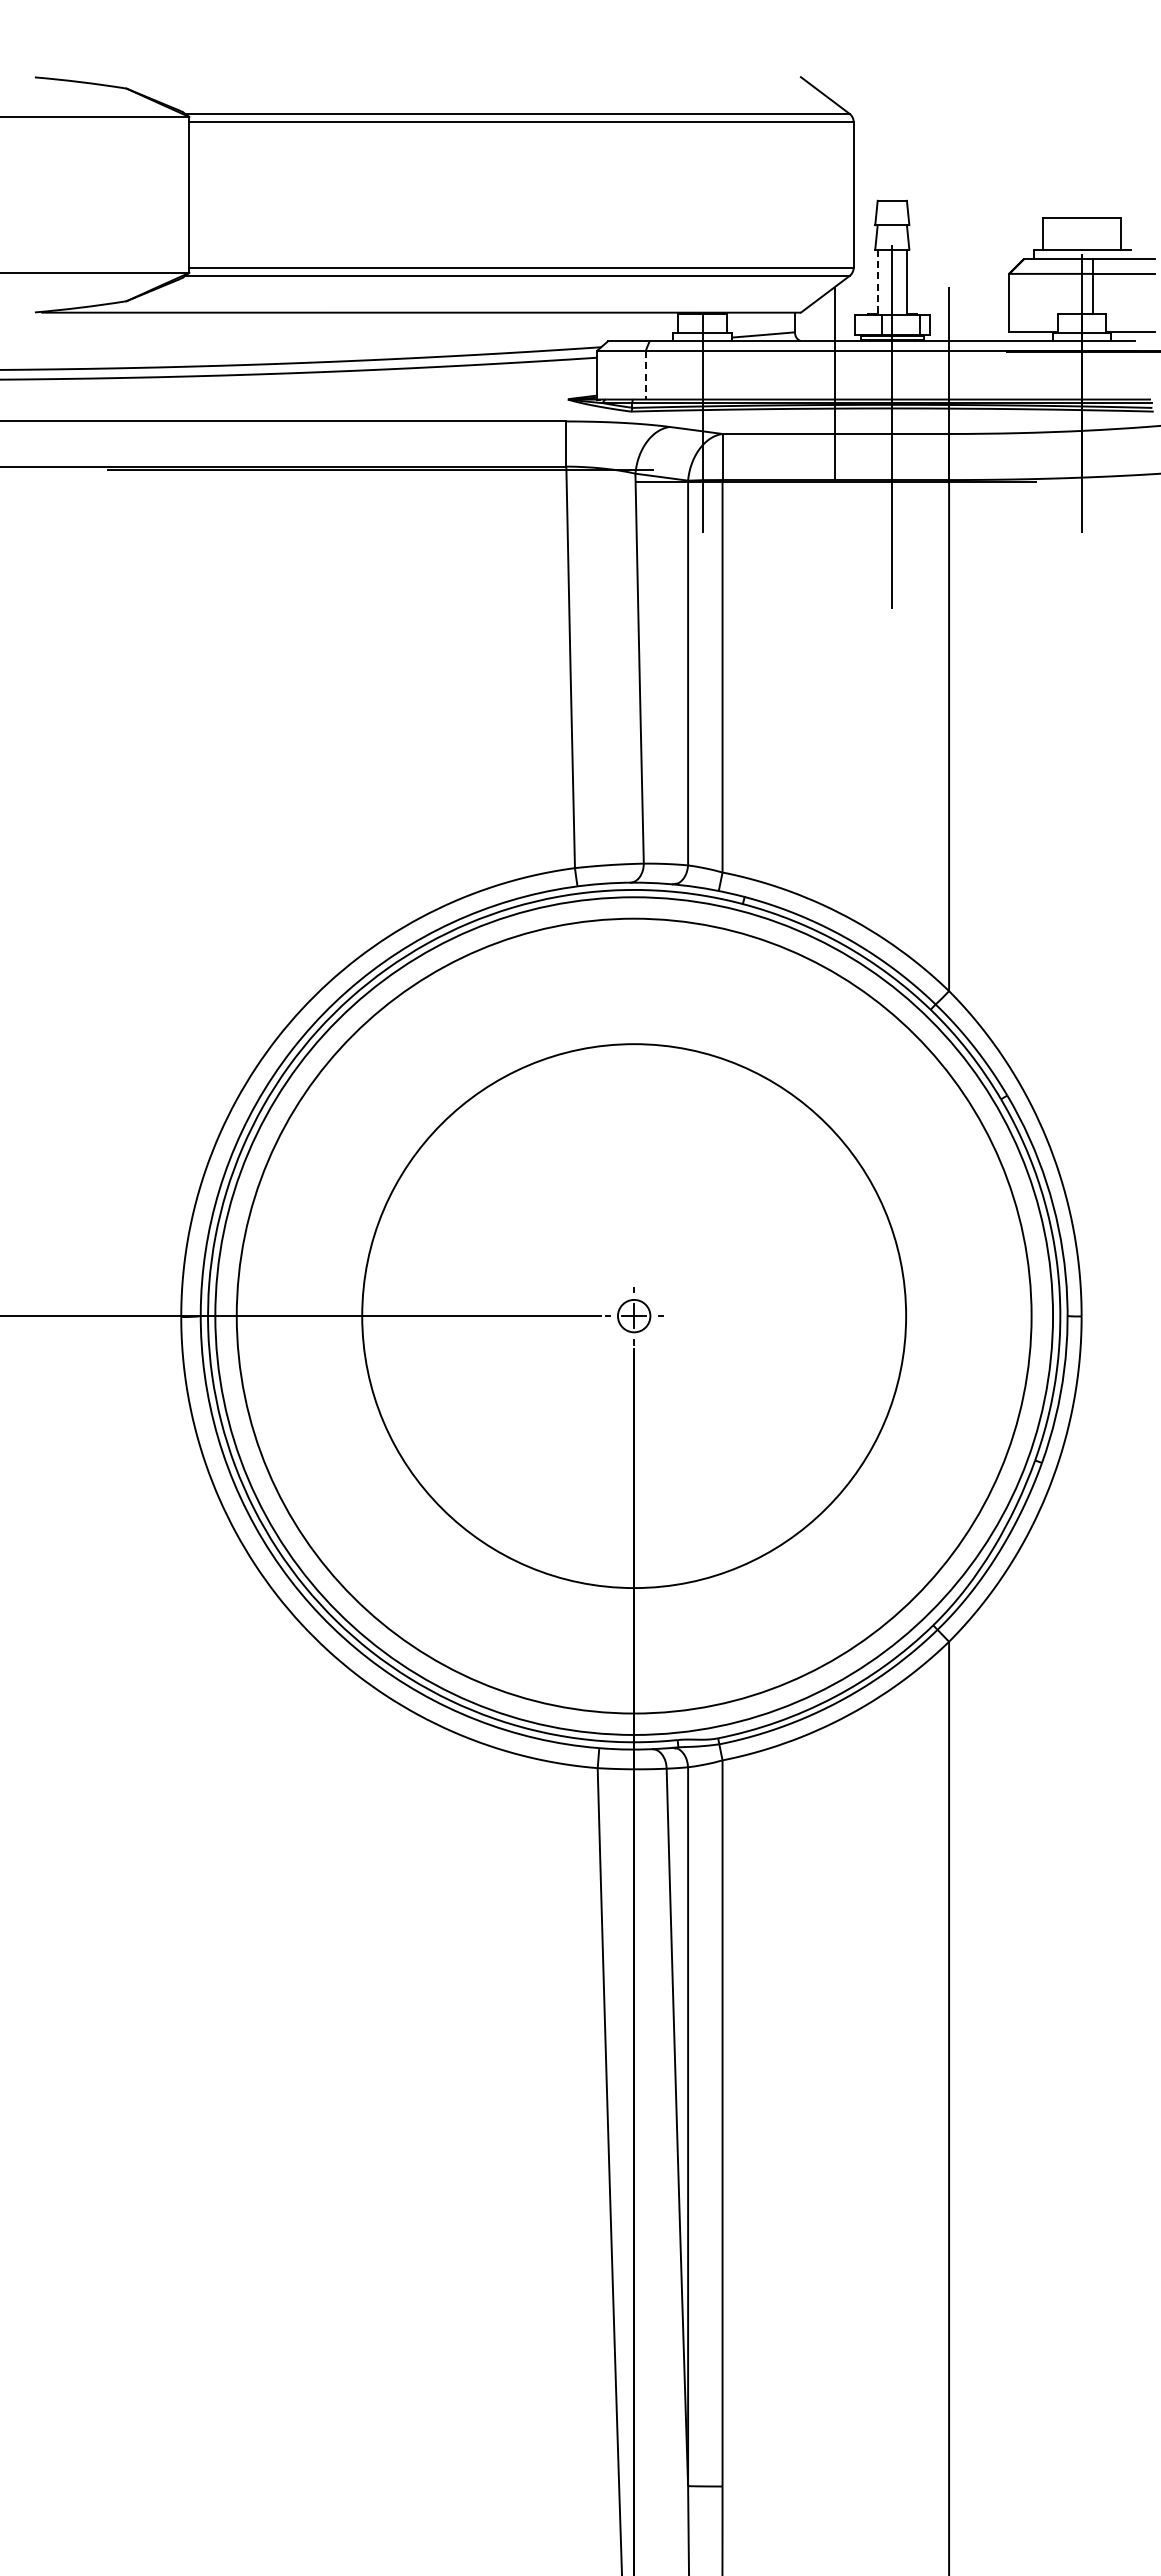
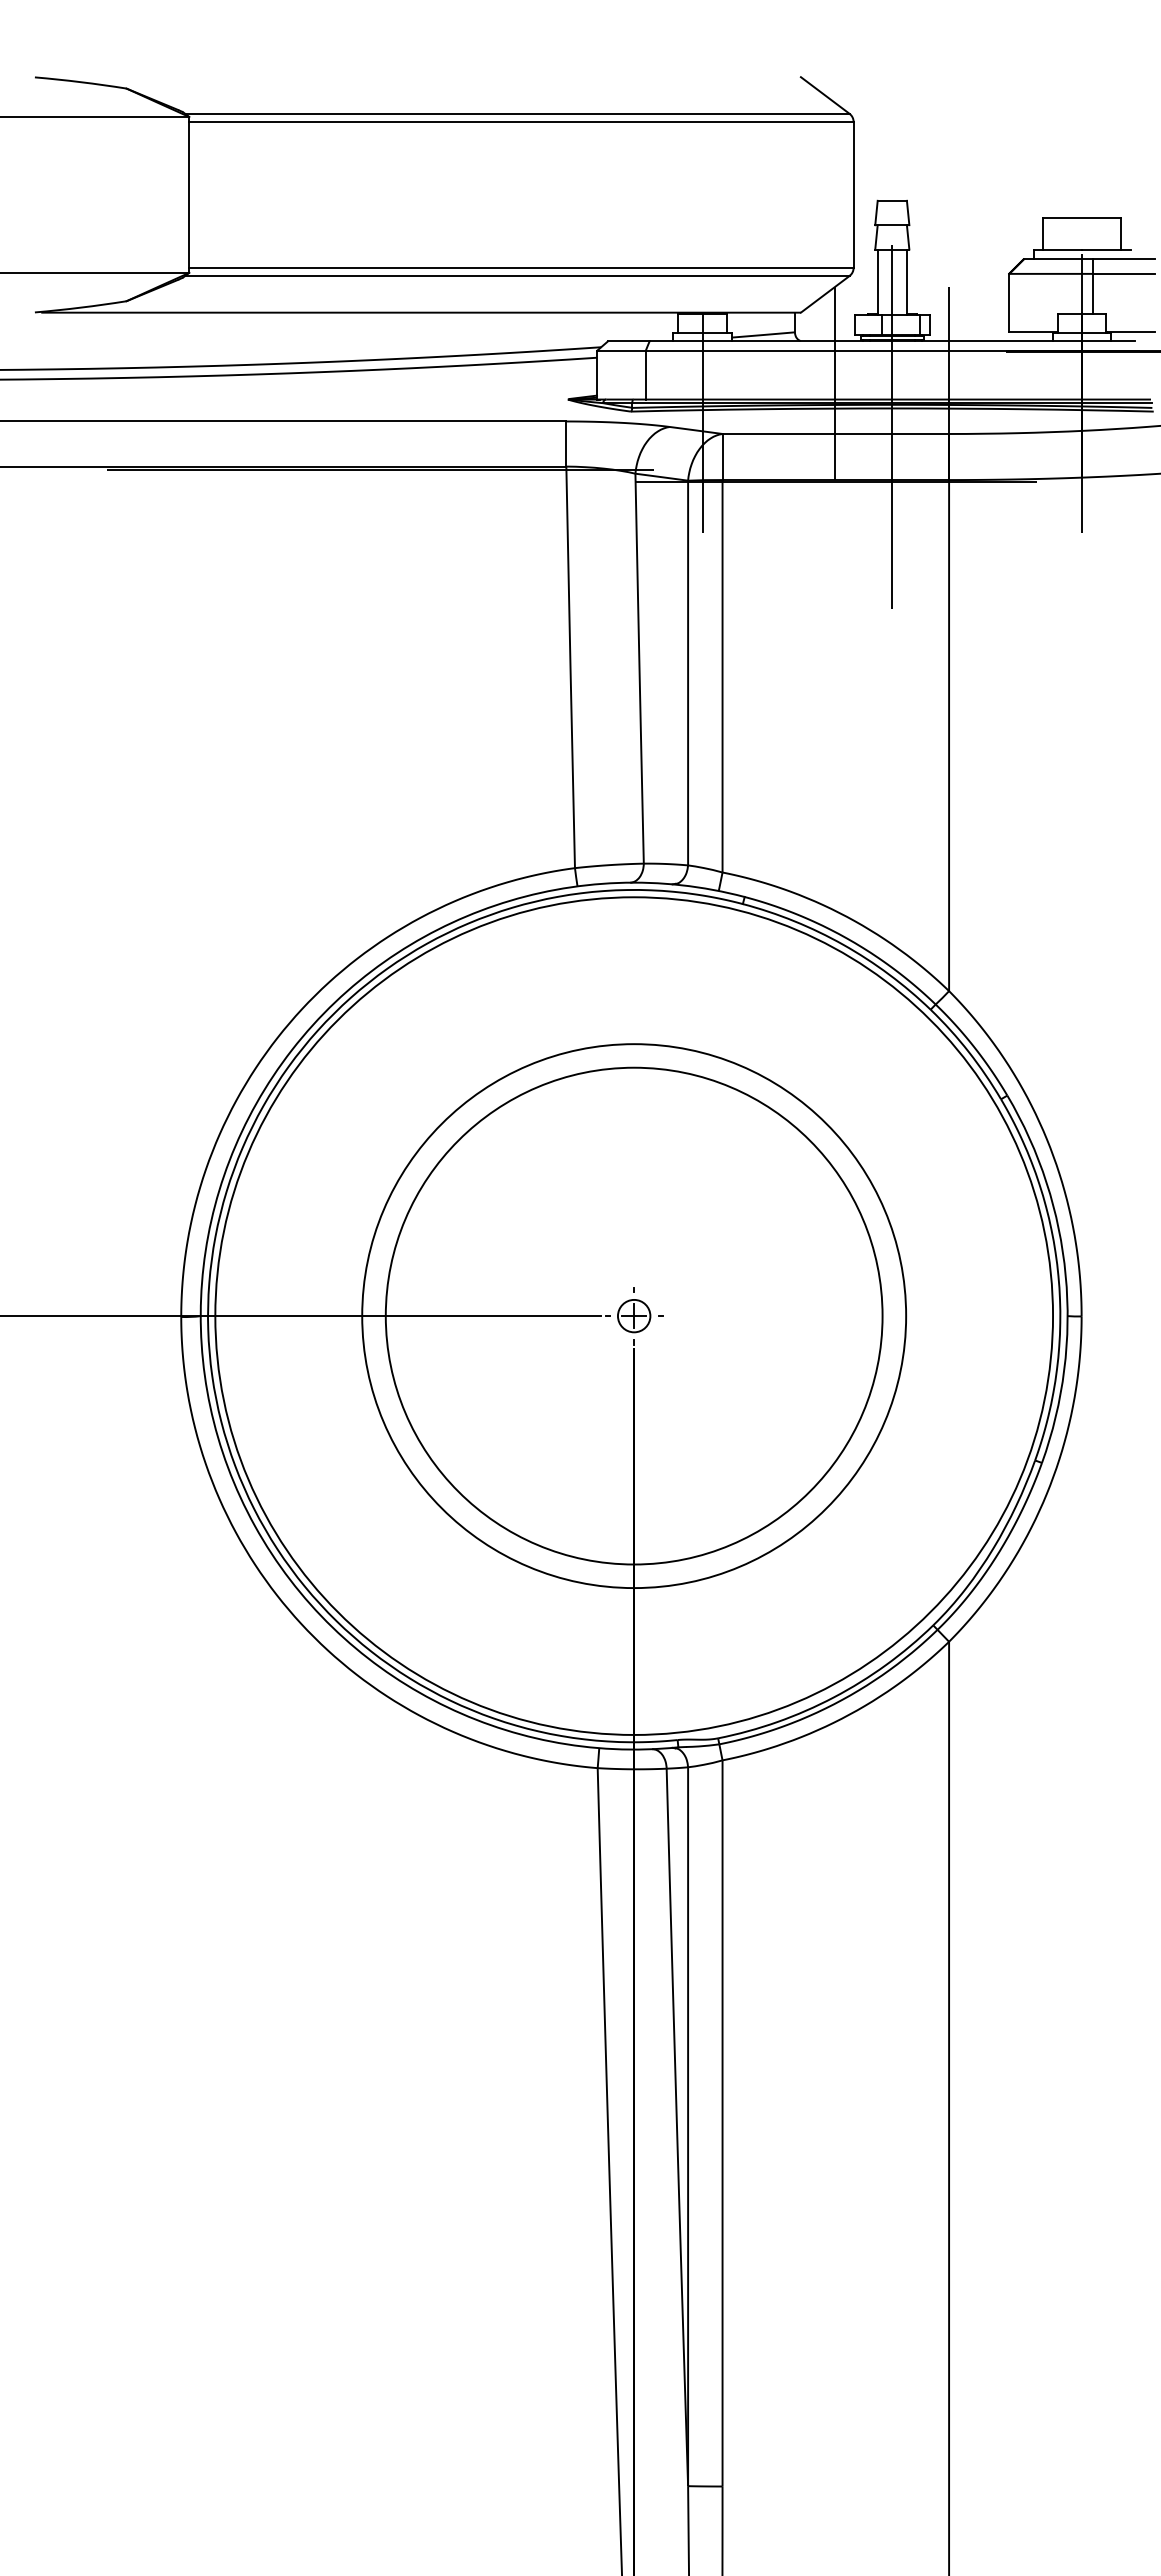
line at (877, 282): dashed -> solid
line at (645, 375): dashed -> solid
circle at (633, 1315) diameter: 795 px -> 497 px
